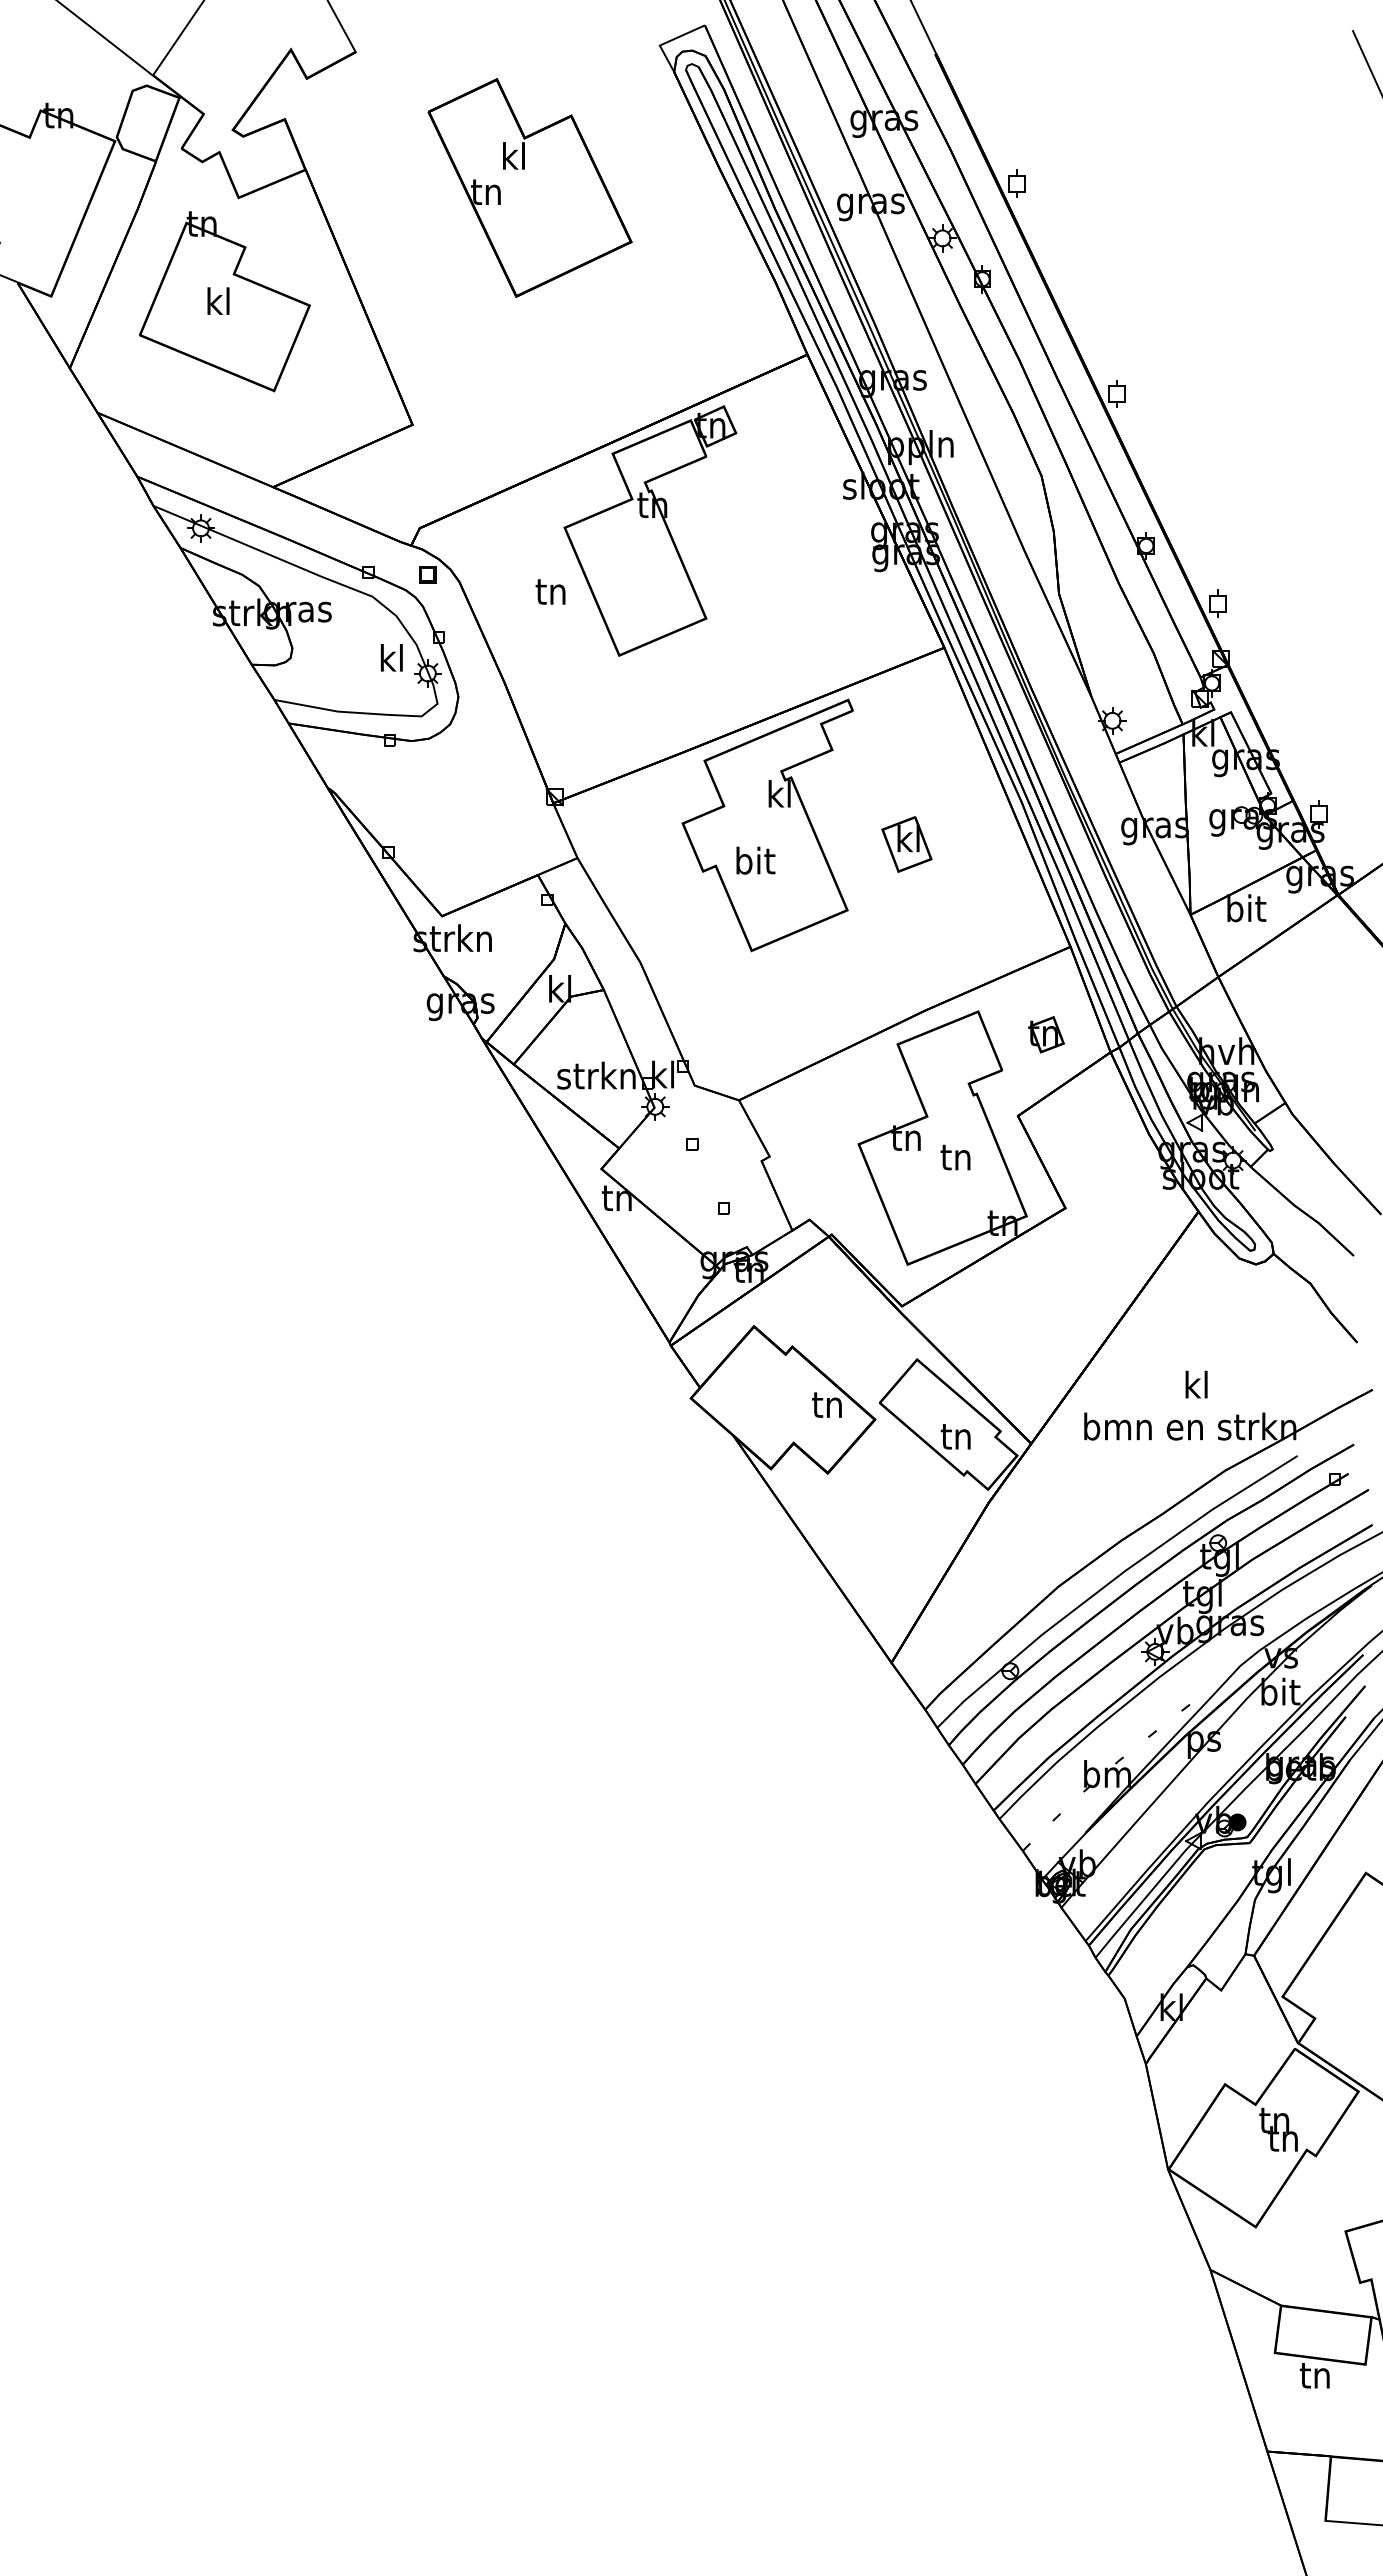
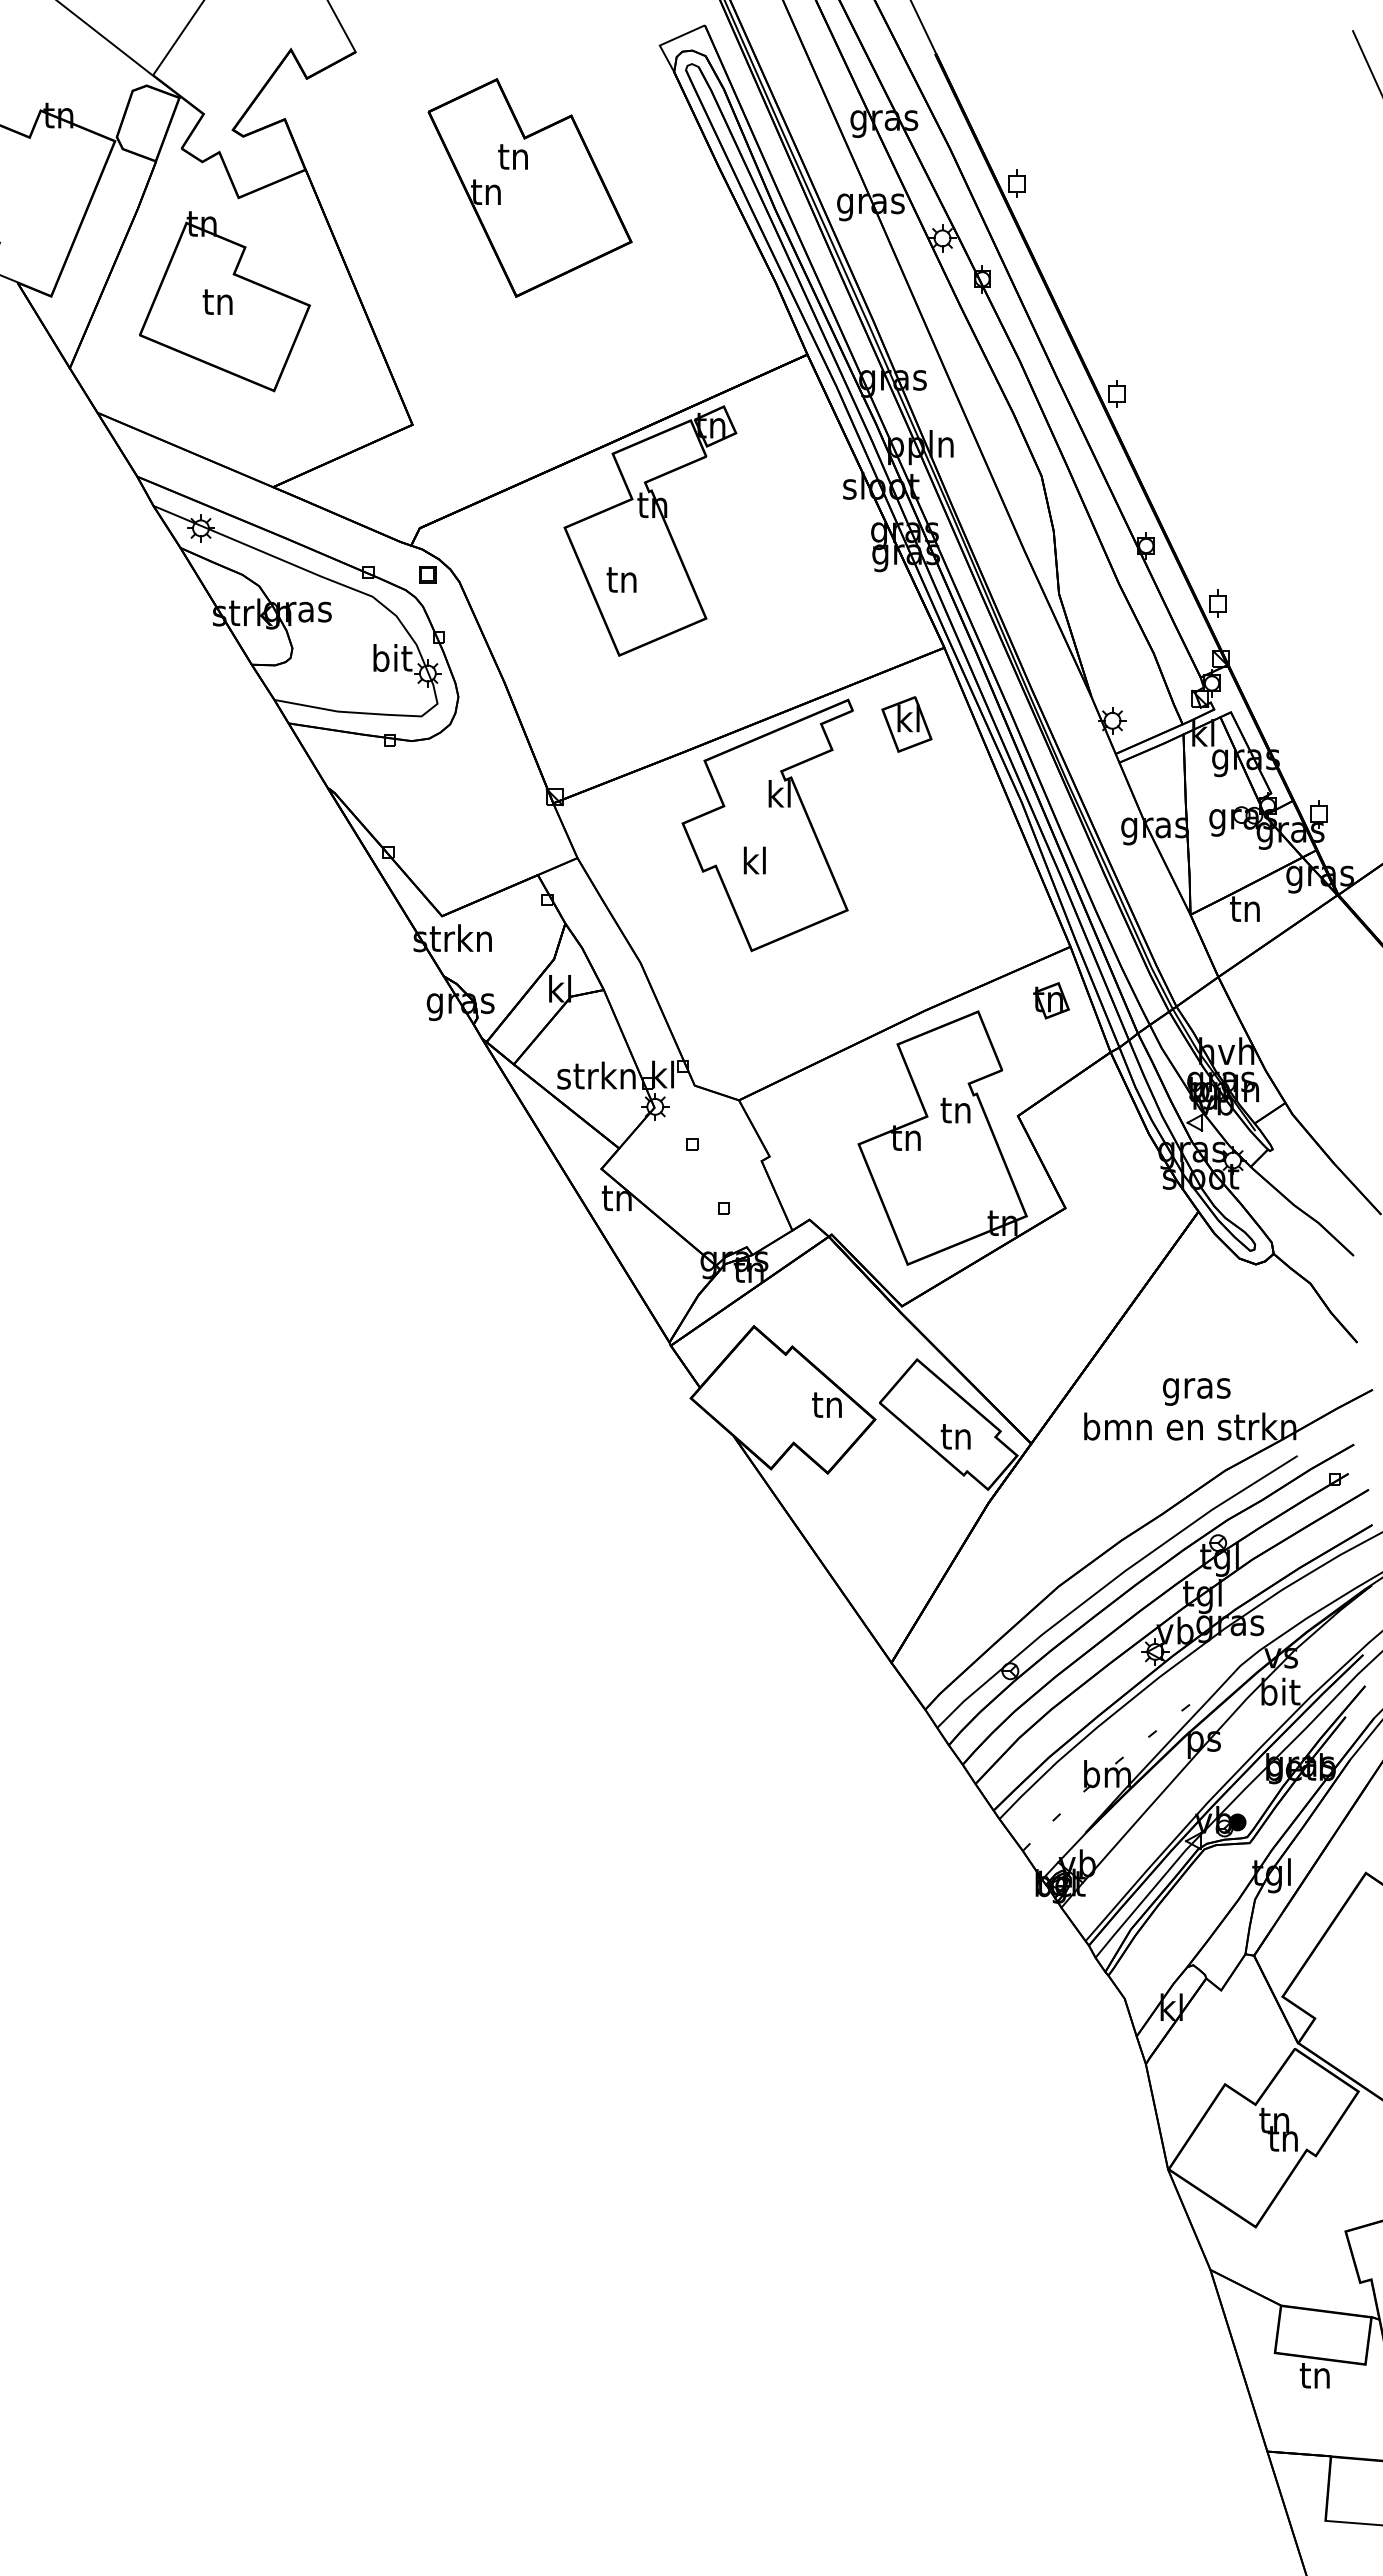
text at (512, 155): kl -> tn
text at (217, 300): kl -> tn
text at (550, 591) position: (550, 591) -> (621, 579)
text at (392, 657): kl -> bit
part at (906, 844) position: (906, 844) -> (906, 724)
text at (755, 860): bit -> kl
text at (1246, 908): bit -> tn
part at (1046, 1034) position: (1046, 1034) -> (1051, 1000)
text at (955, 1157) position: (955, 1157) -> (955, 1110)
text at (1196, 1387): kl -> gras
